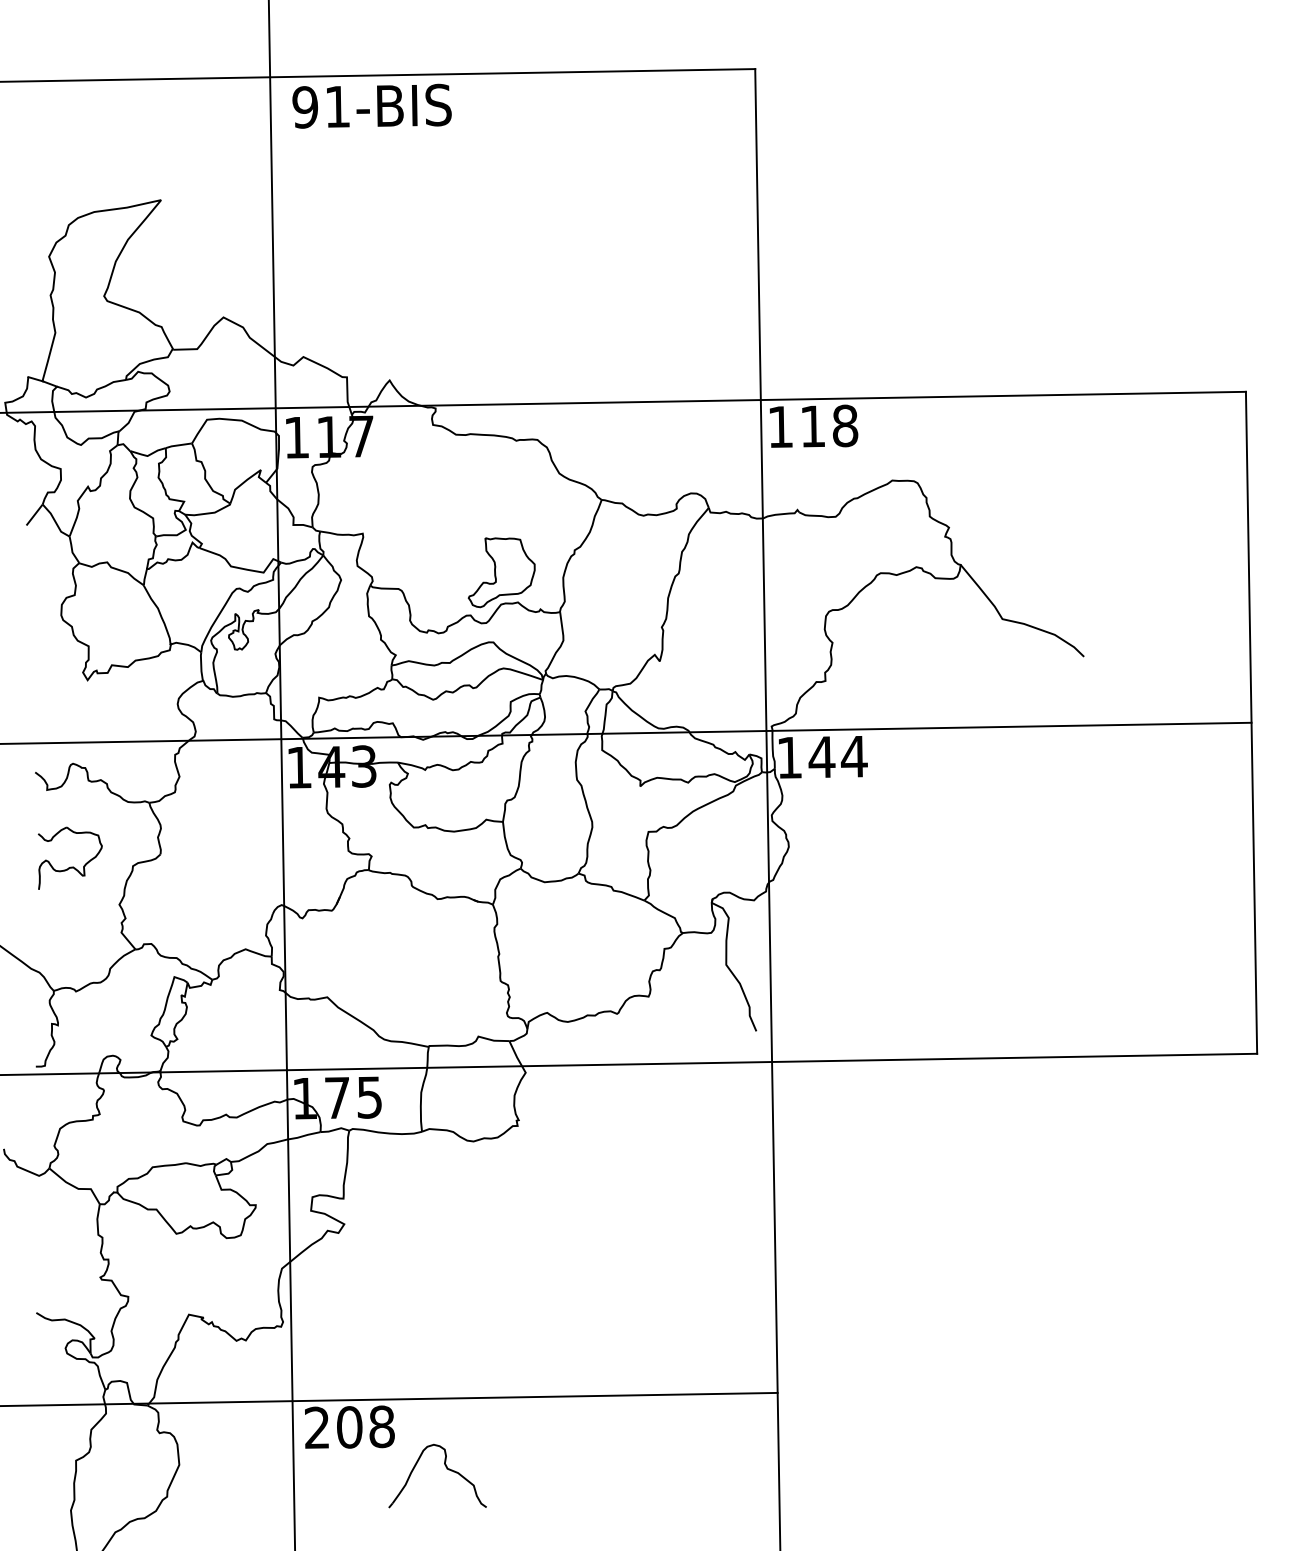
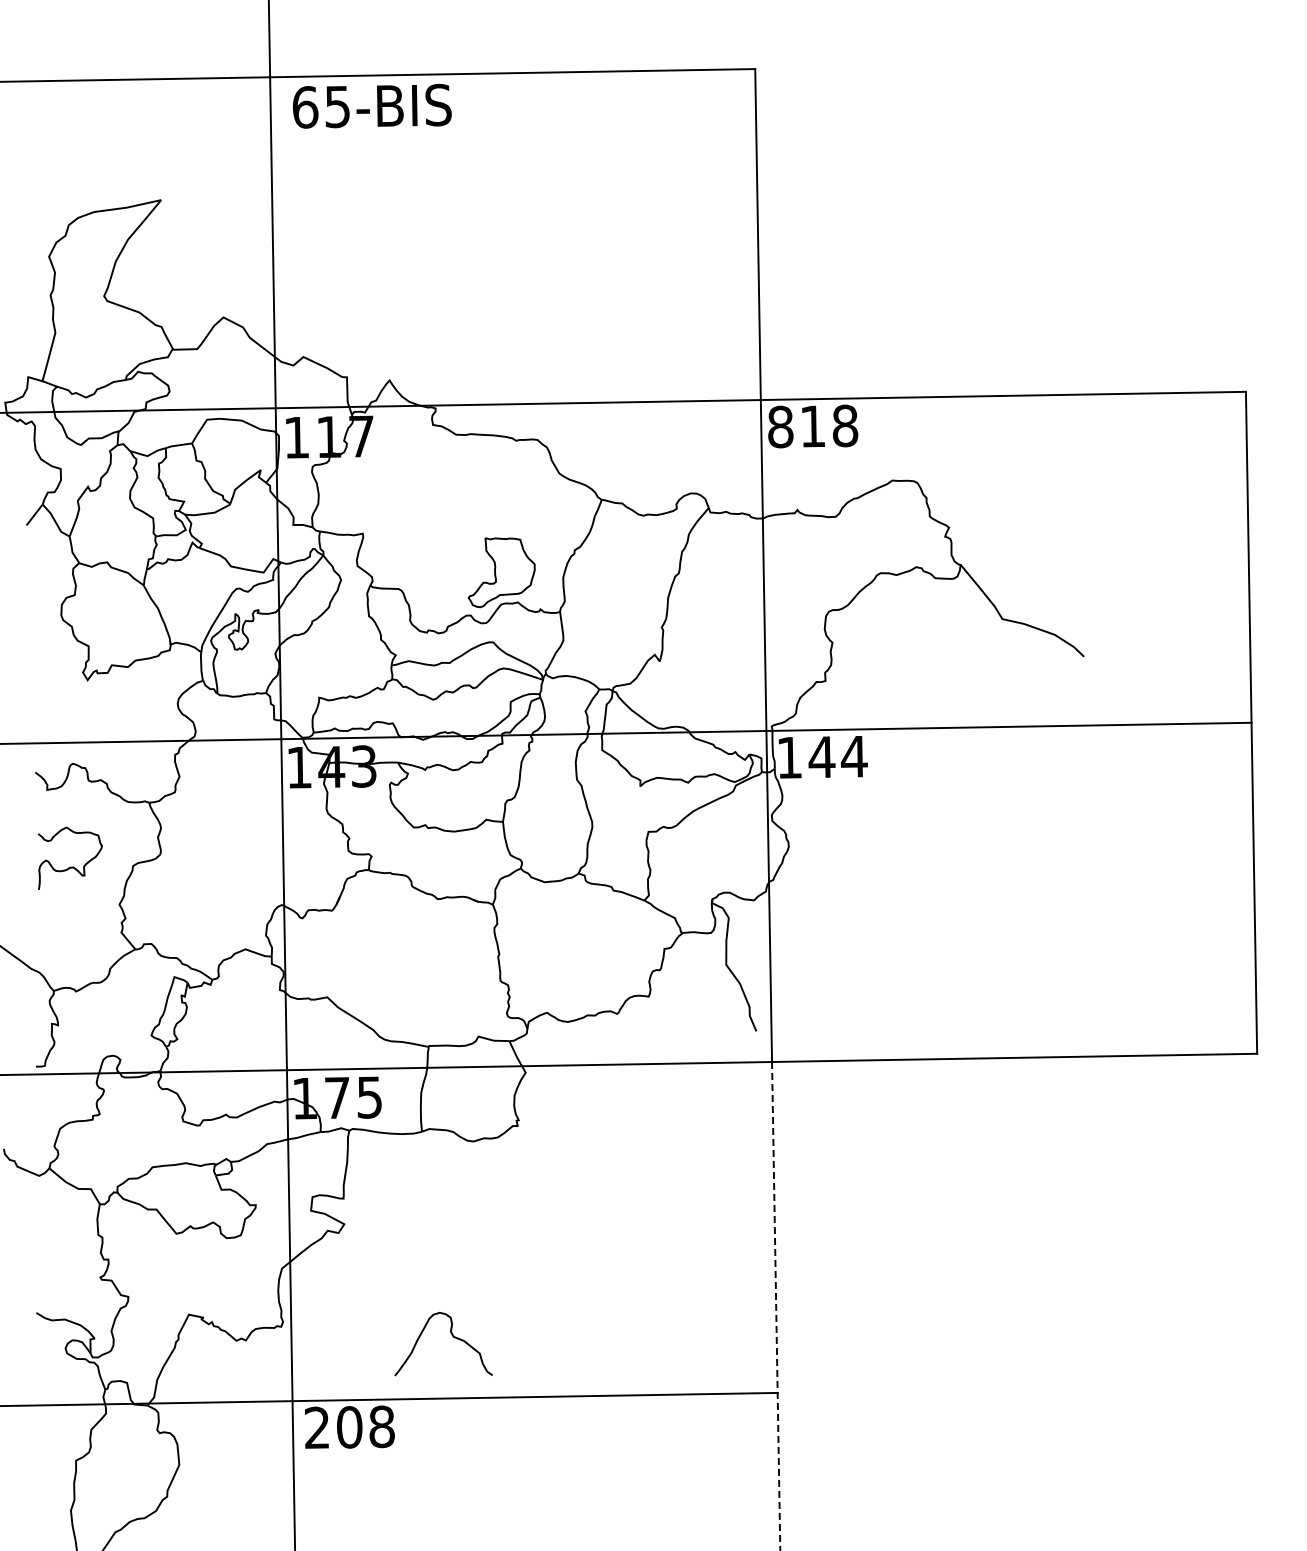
text at (320, 107): 91-BIS -> 65-BIS
text at (780, 426): 118 -> 818
line at (776, 1306): solid -> dashed
part at (446, 1469) position: (446, 1469) -> (452, 1337)
